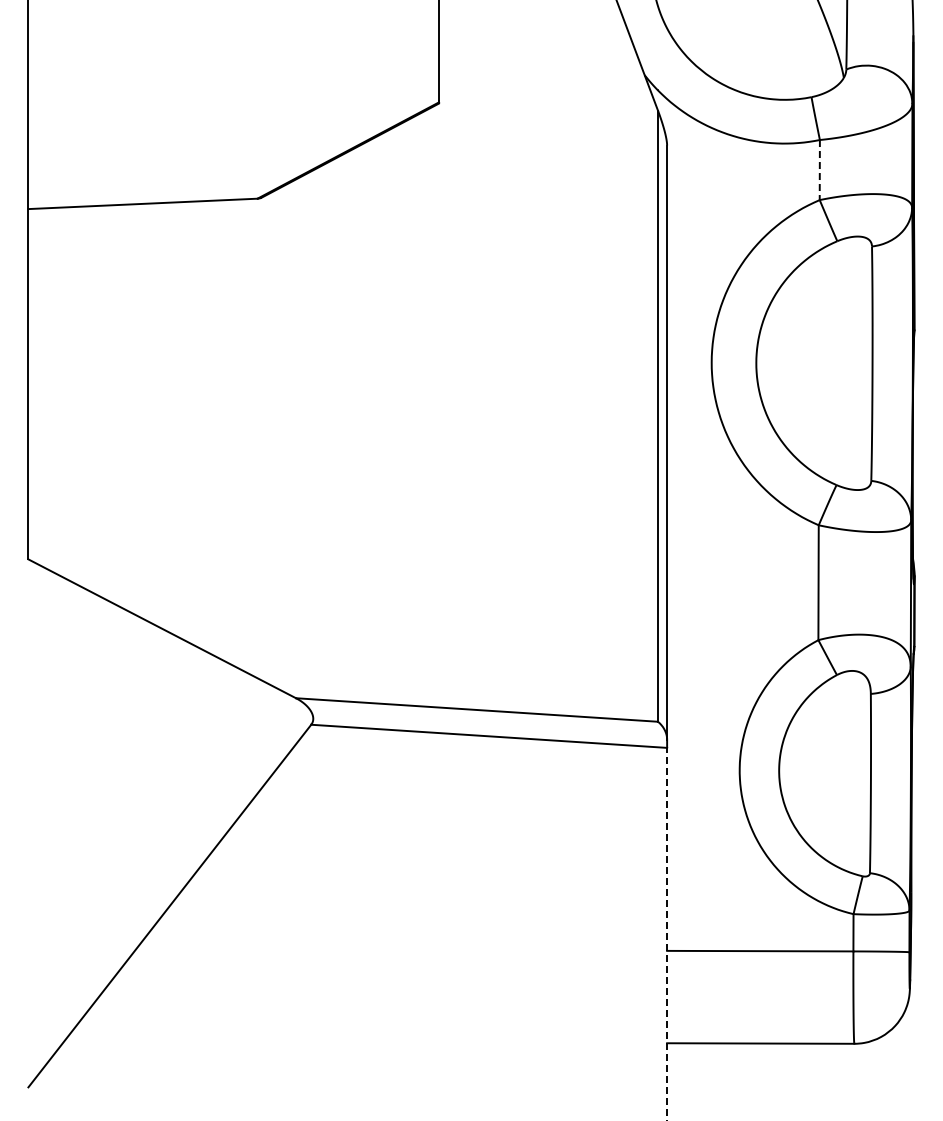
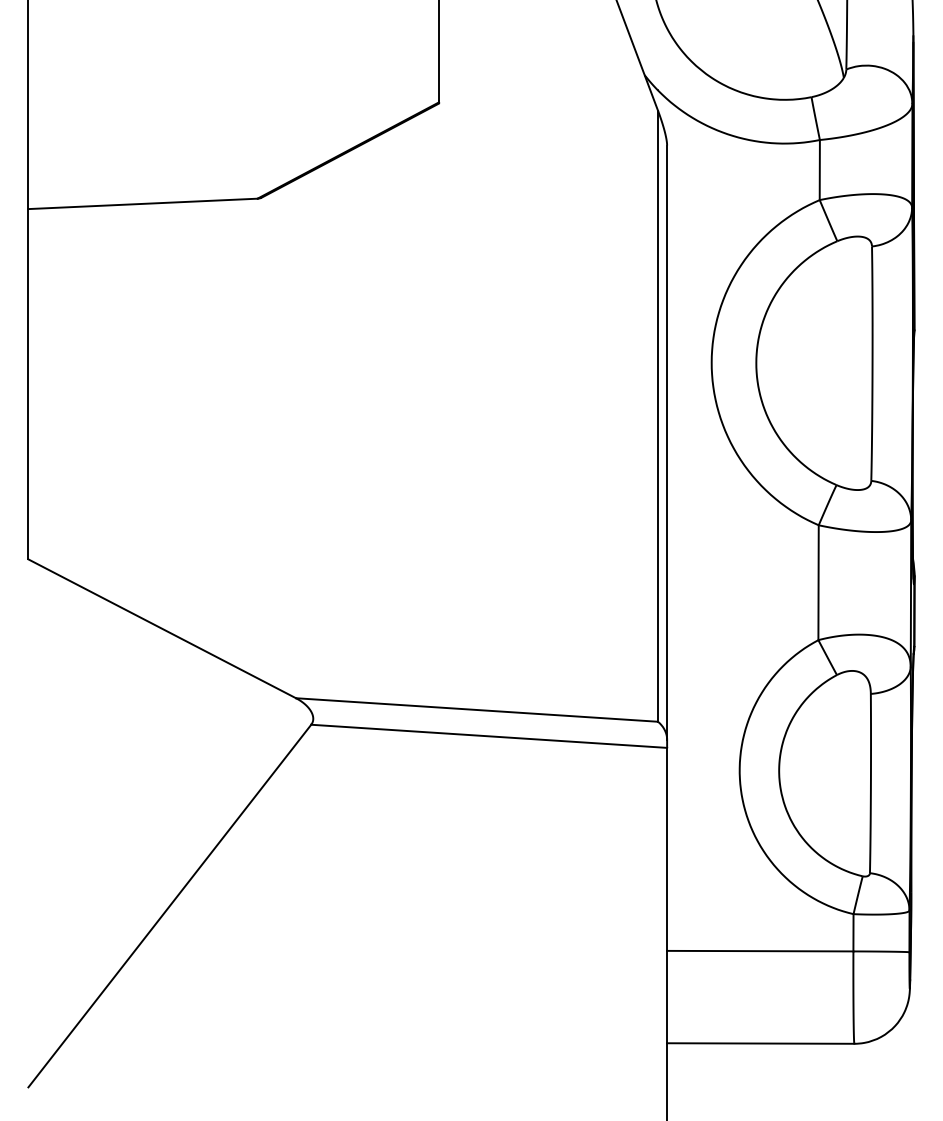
line at (819, 170): dashed -> solid
line at (667, 933): dashed -> solid
